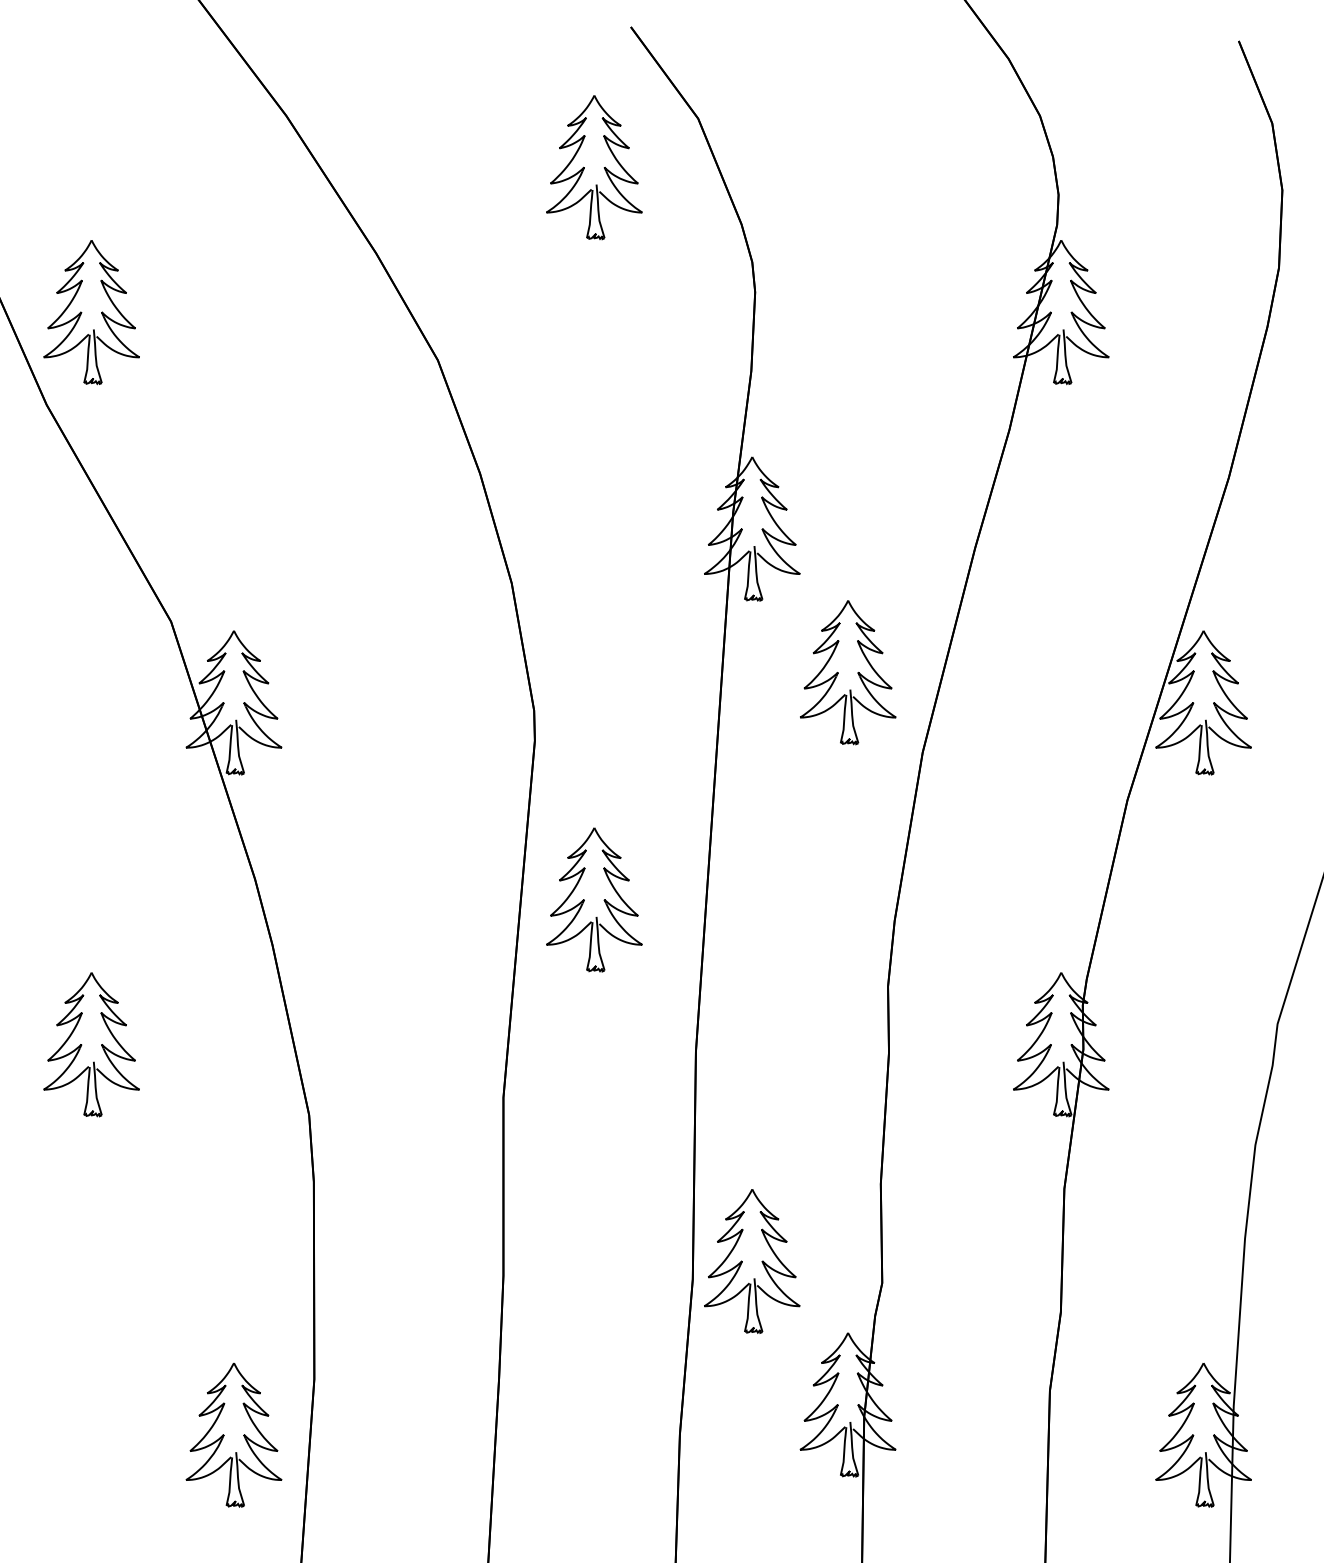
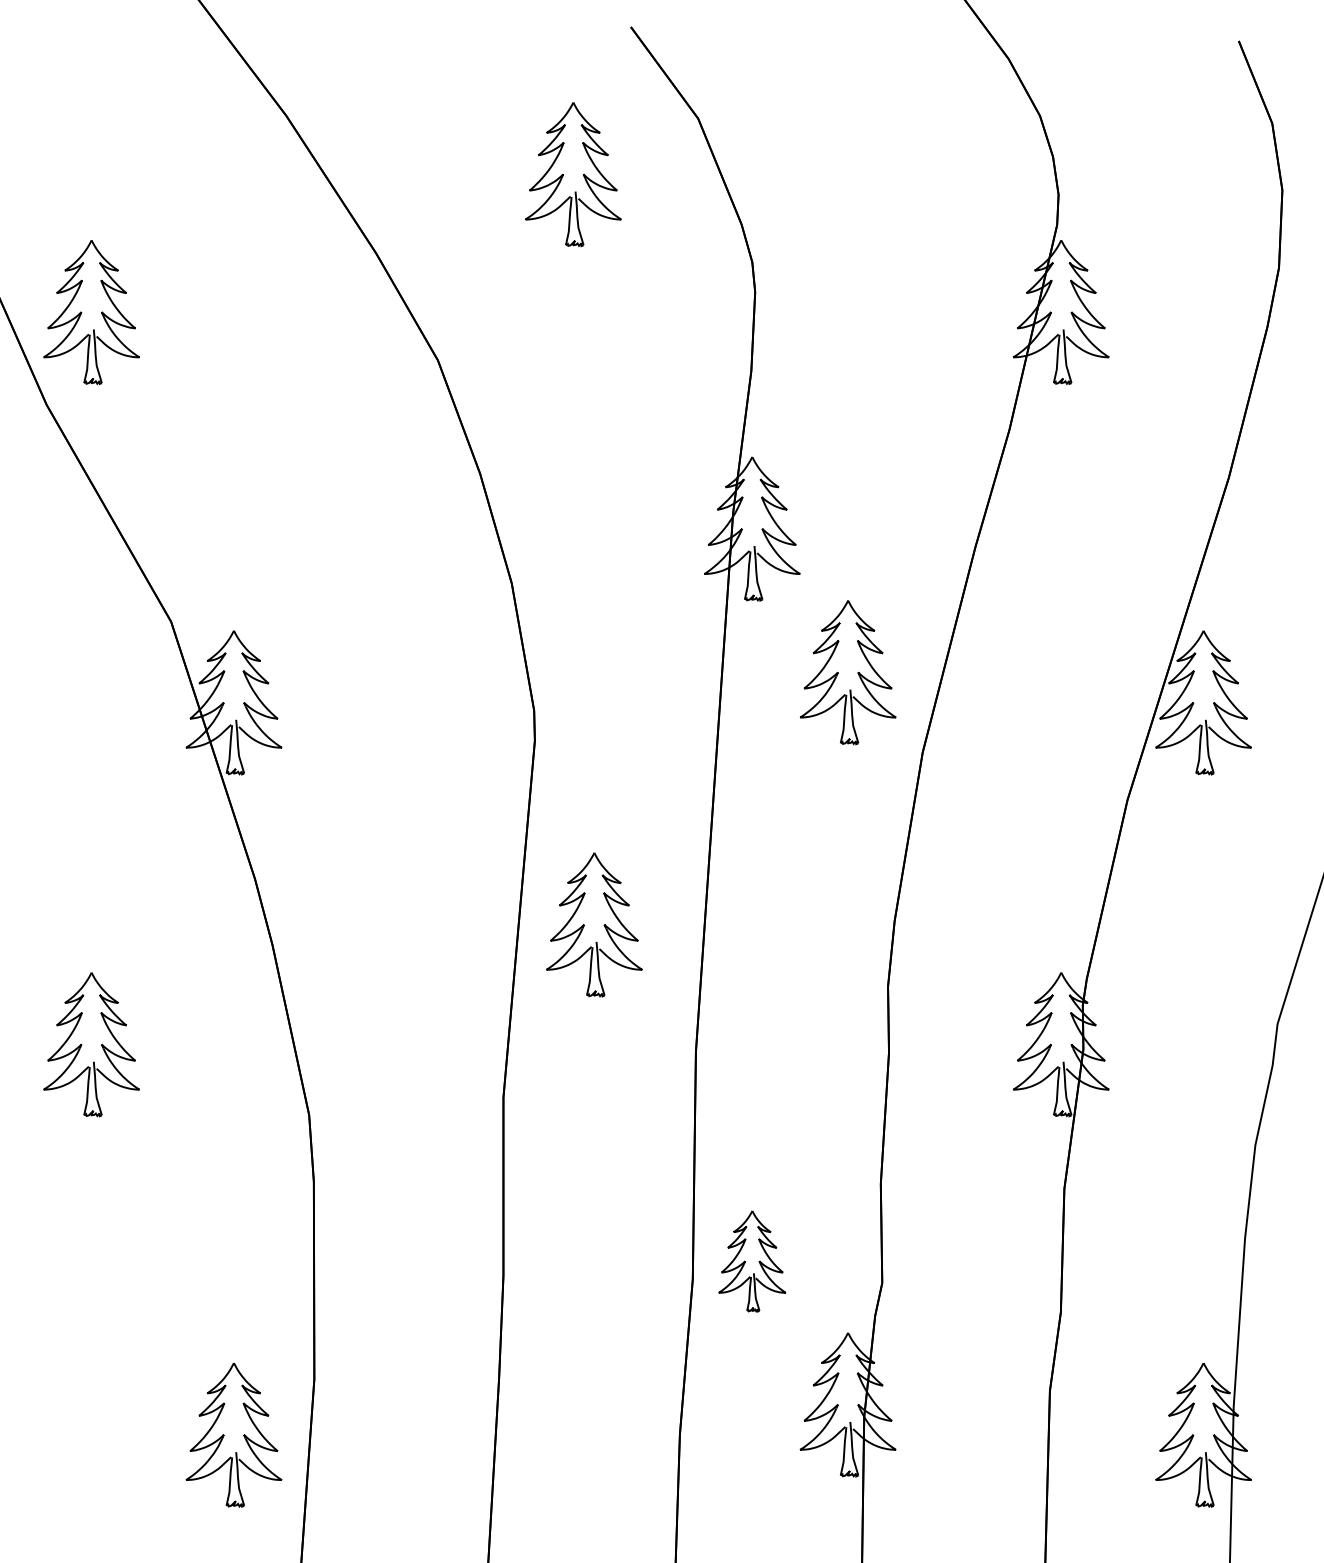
part at (594, 167) position: (594, 167) -> (573, 174)
part at (594, 899) position: (594, 899) -> (594, 924)
part at (752, 1261) size: 97x145 px -> 69x103 px
